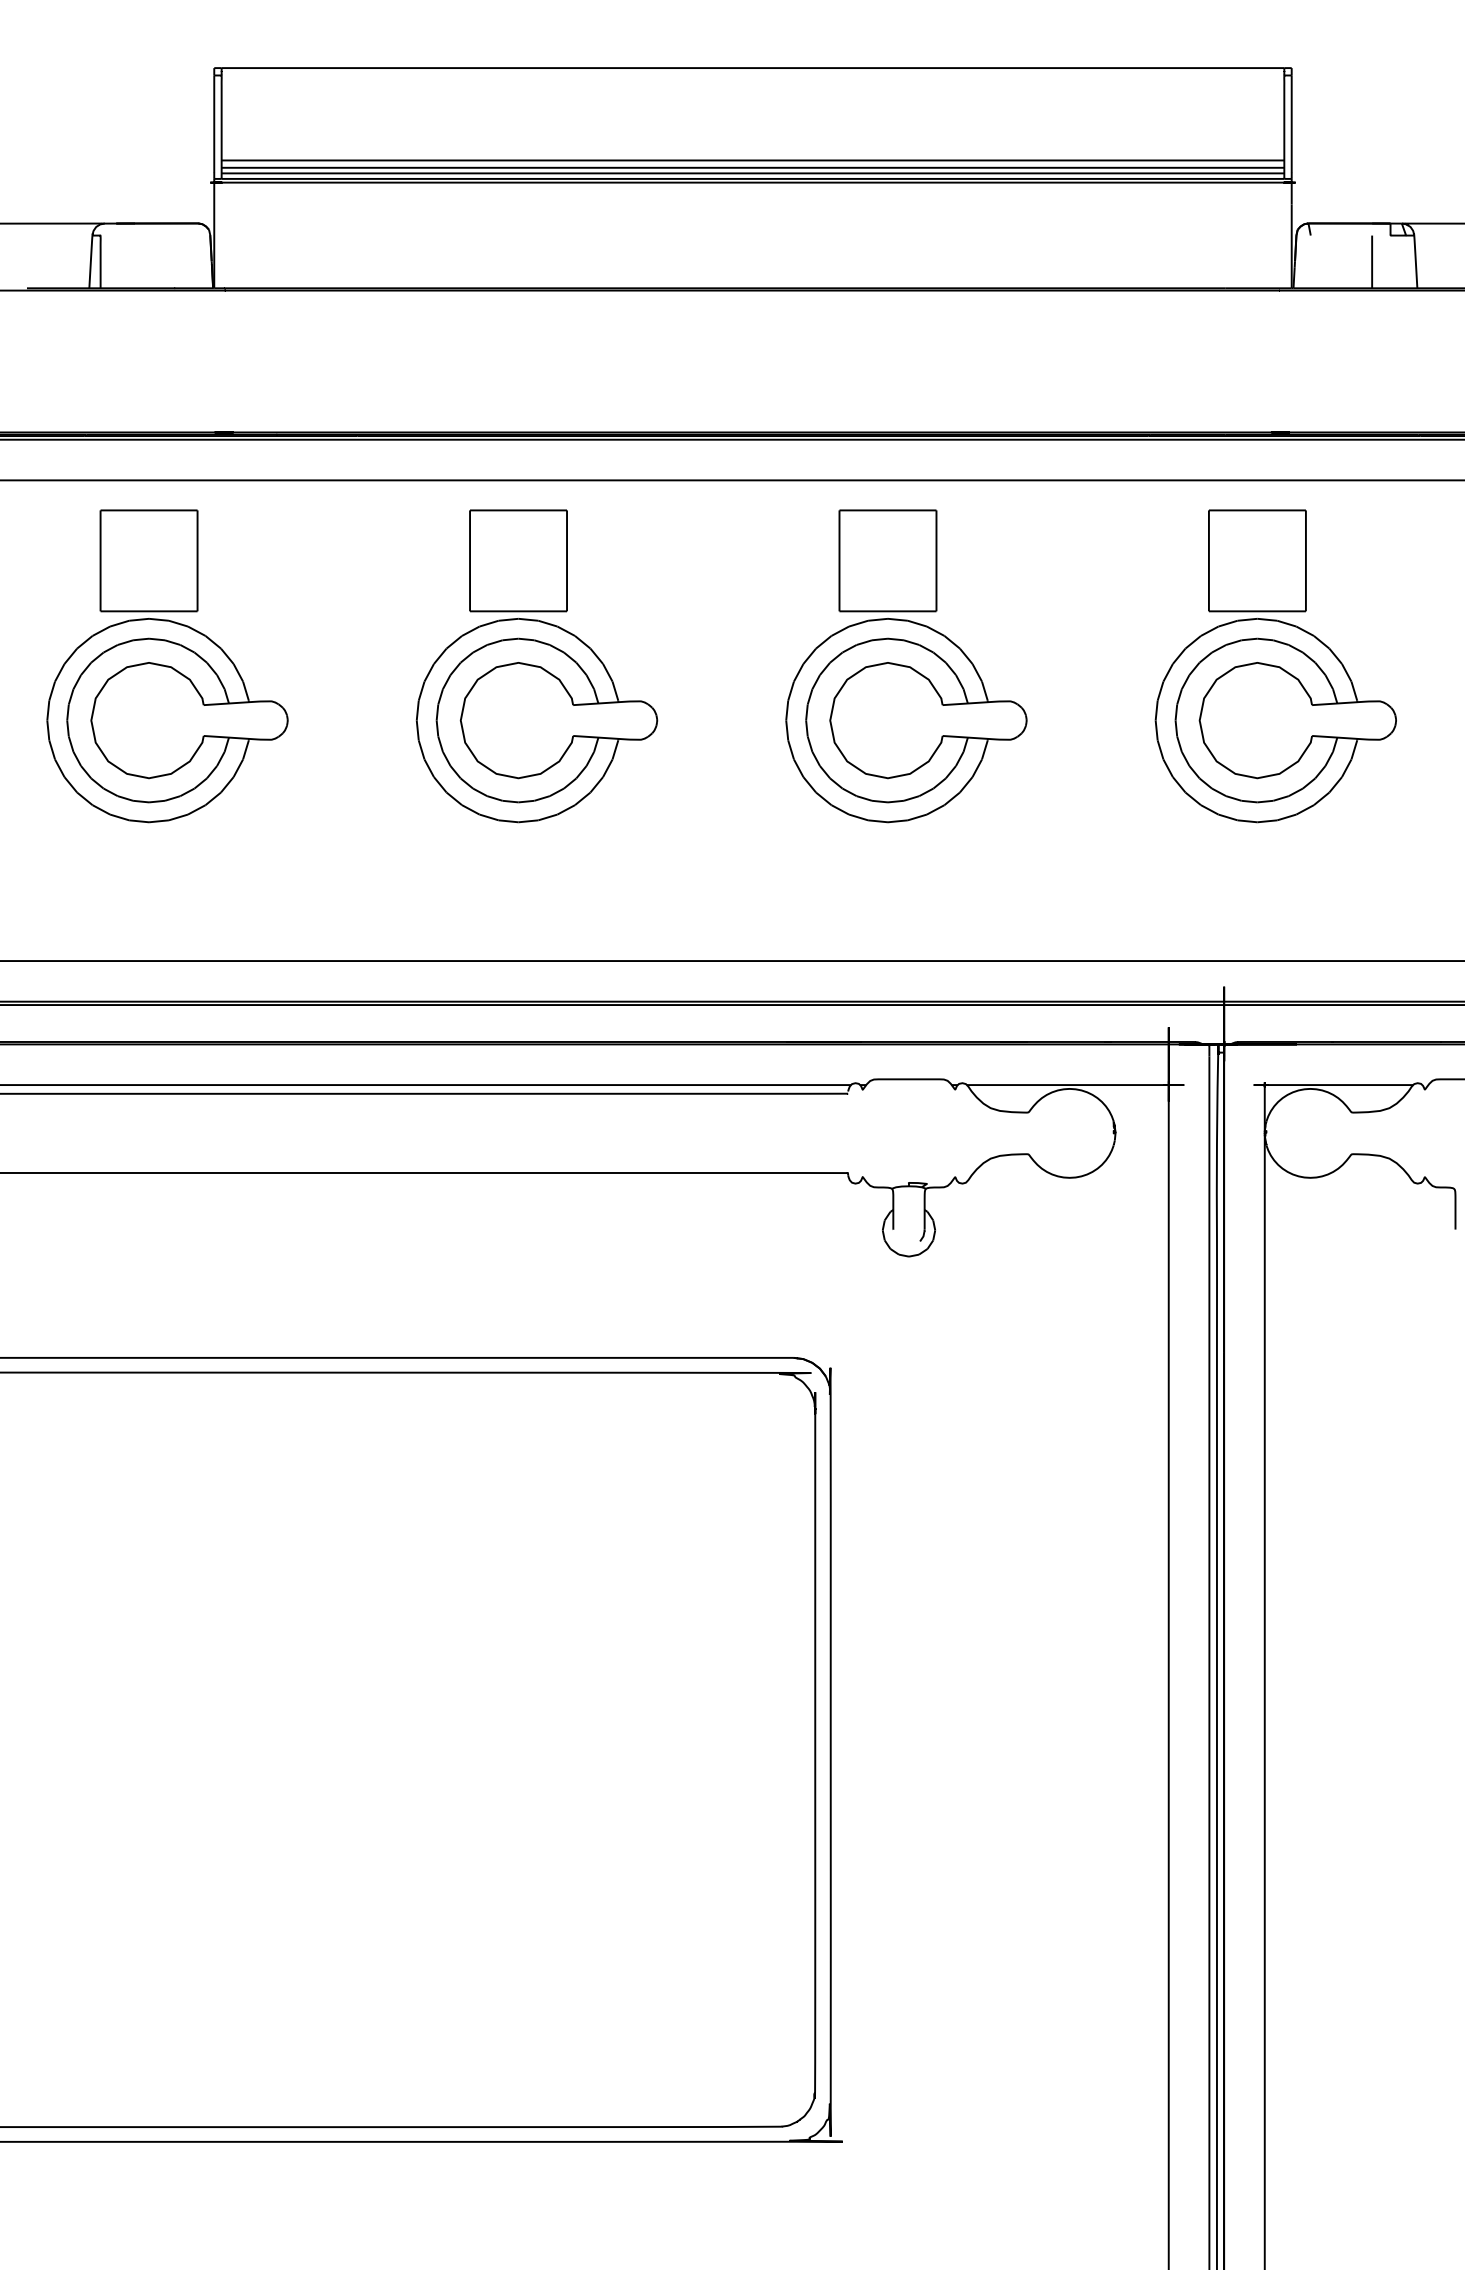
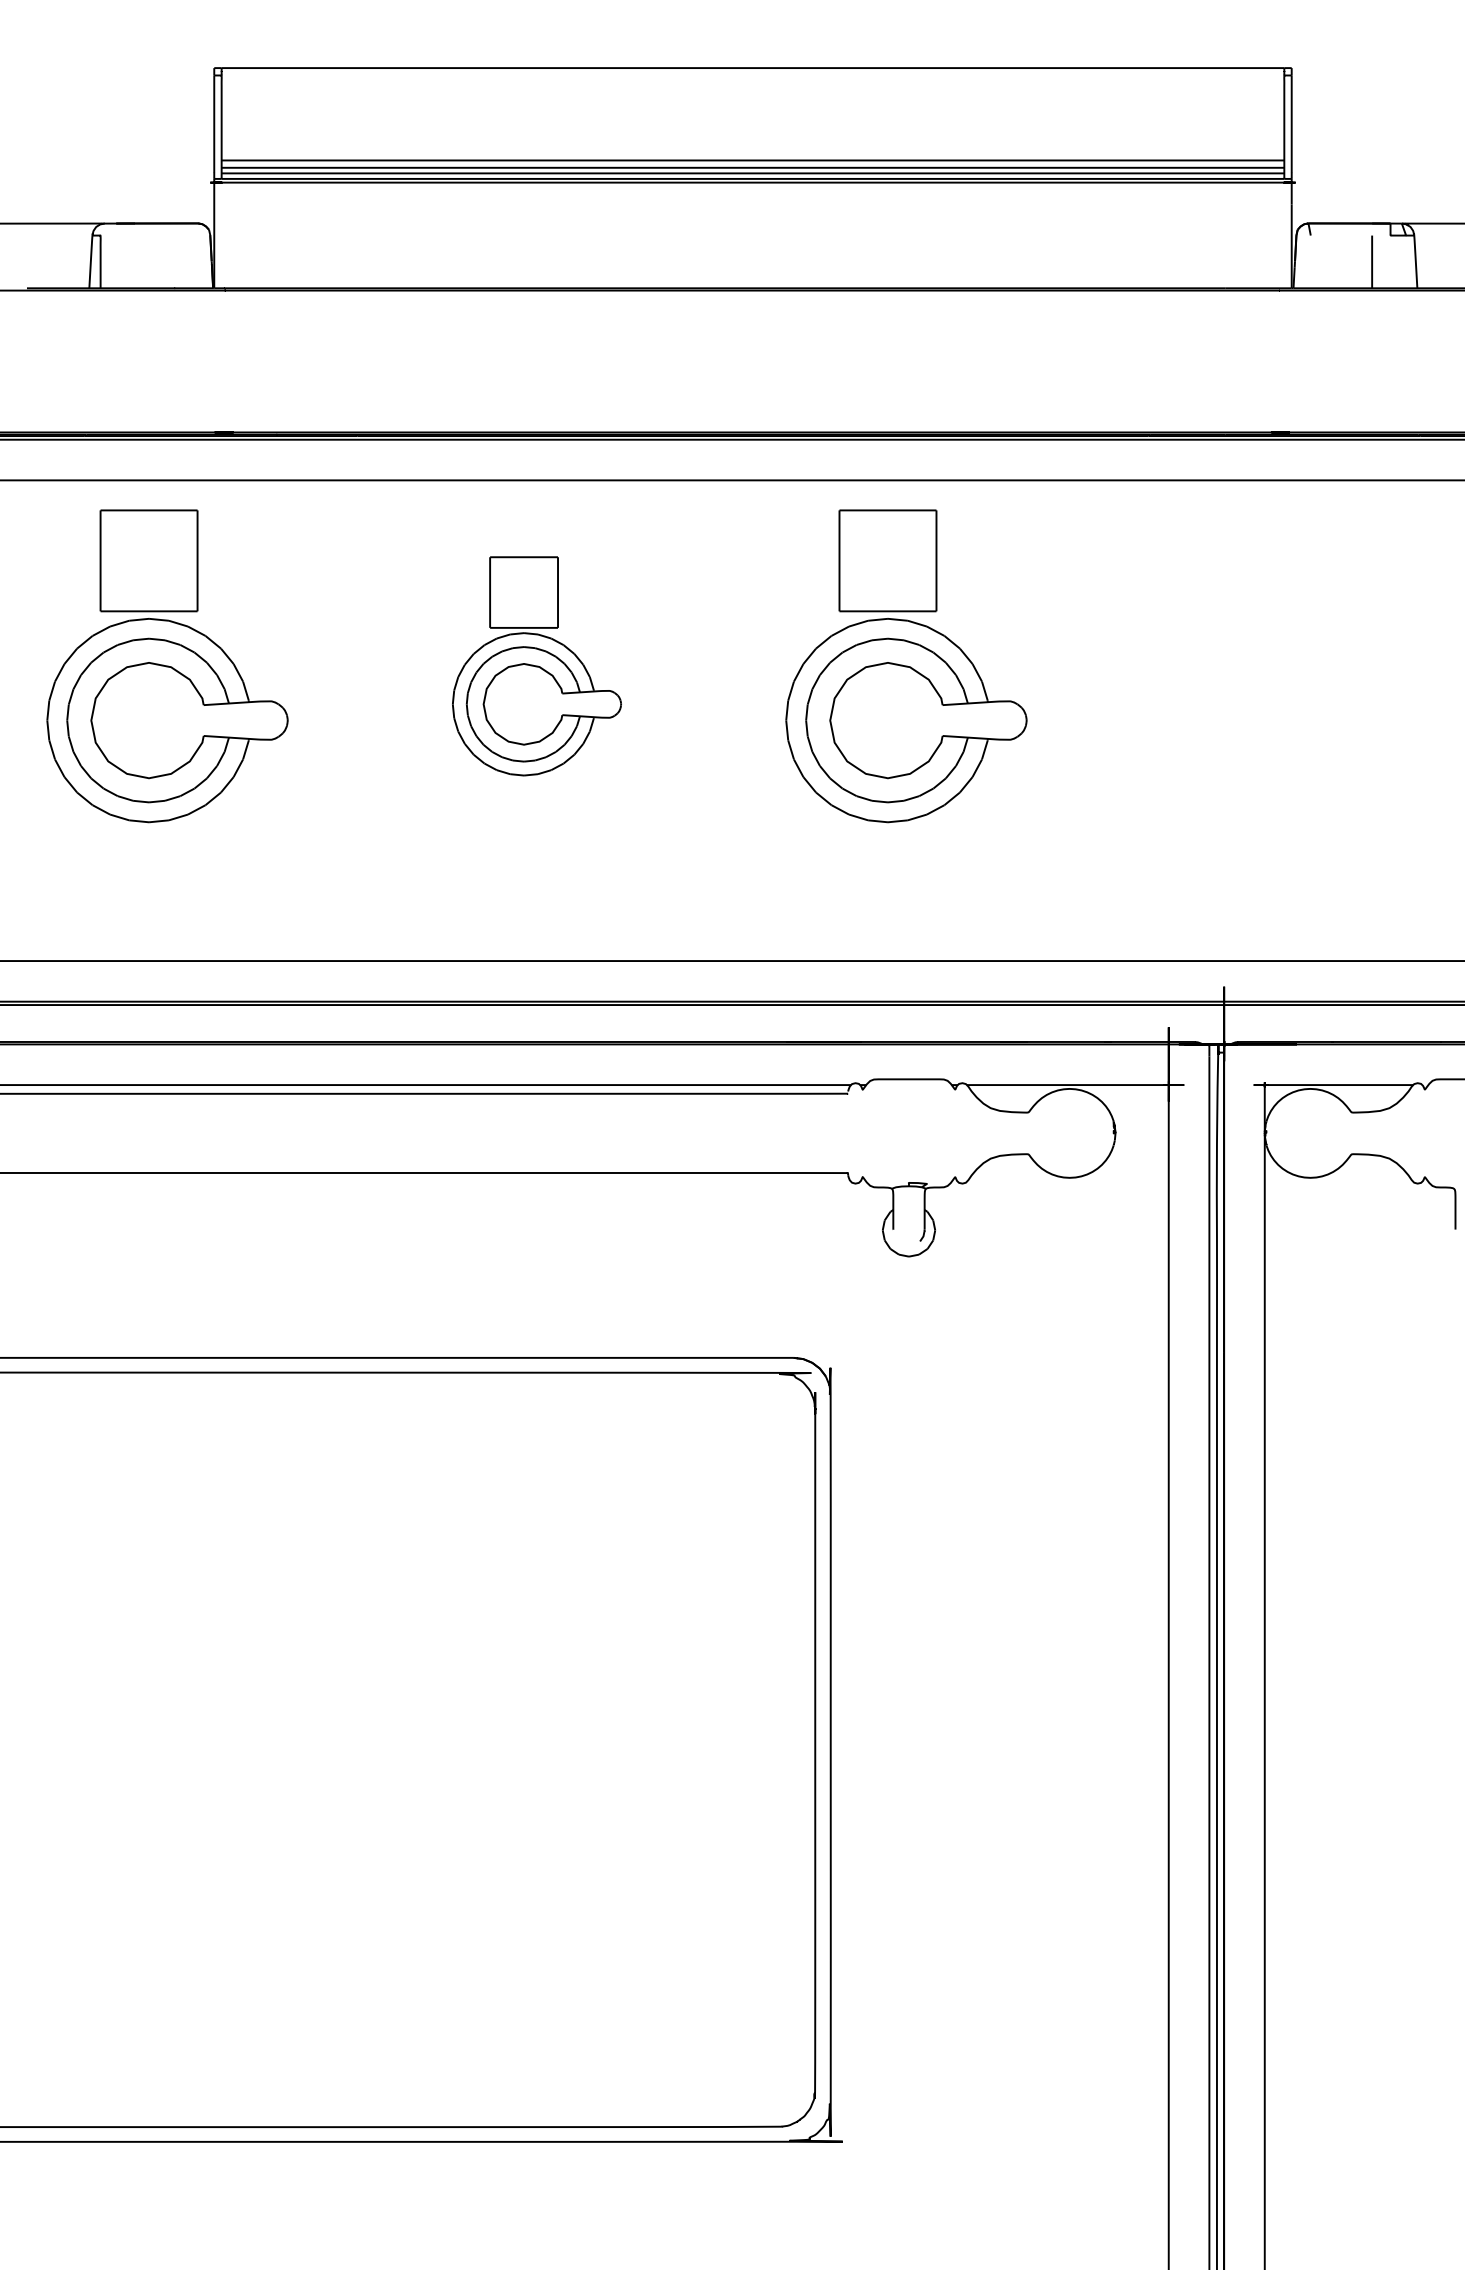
part at (536, 666) size: 244x315 px -> 170x221 px
part at (1275, 666): present -> none
